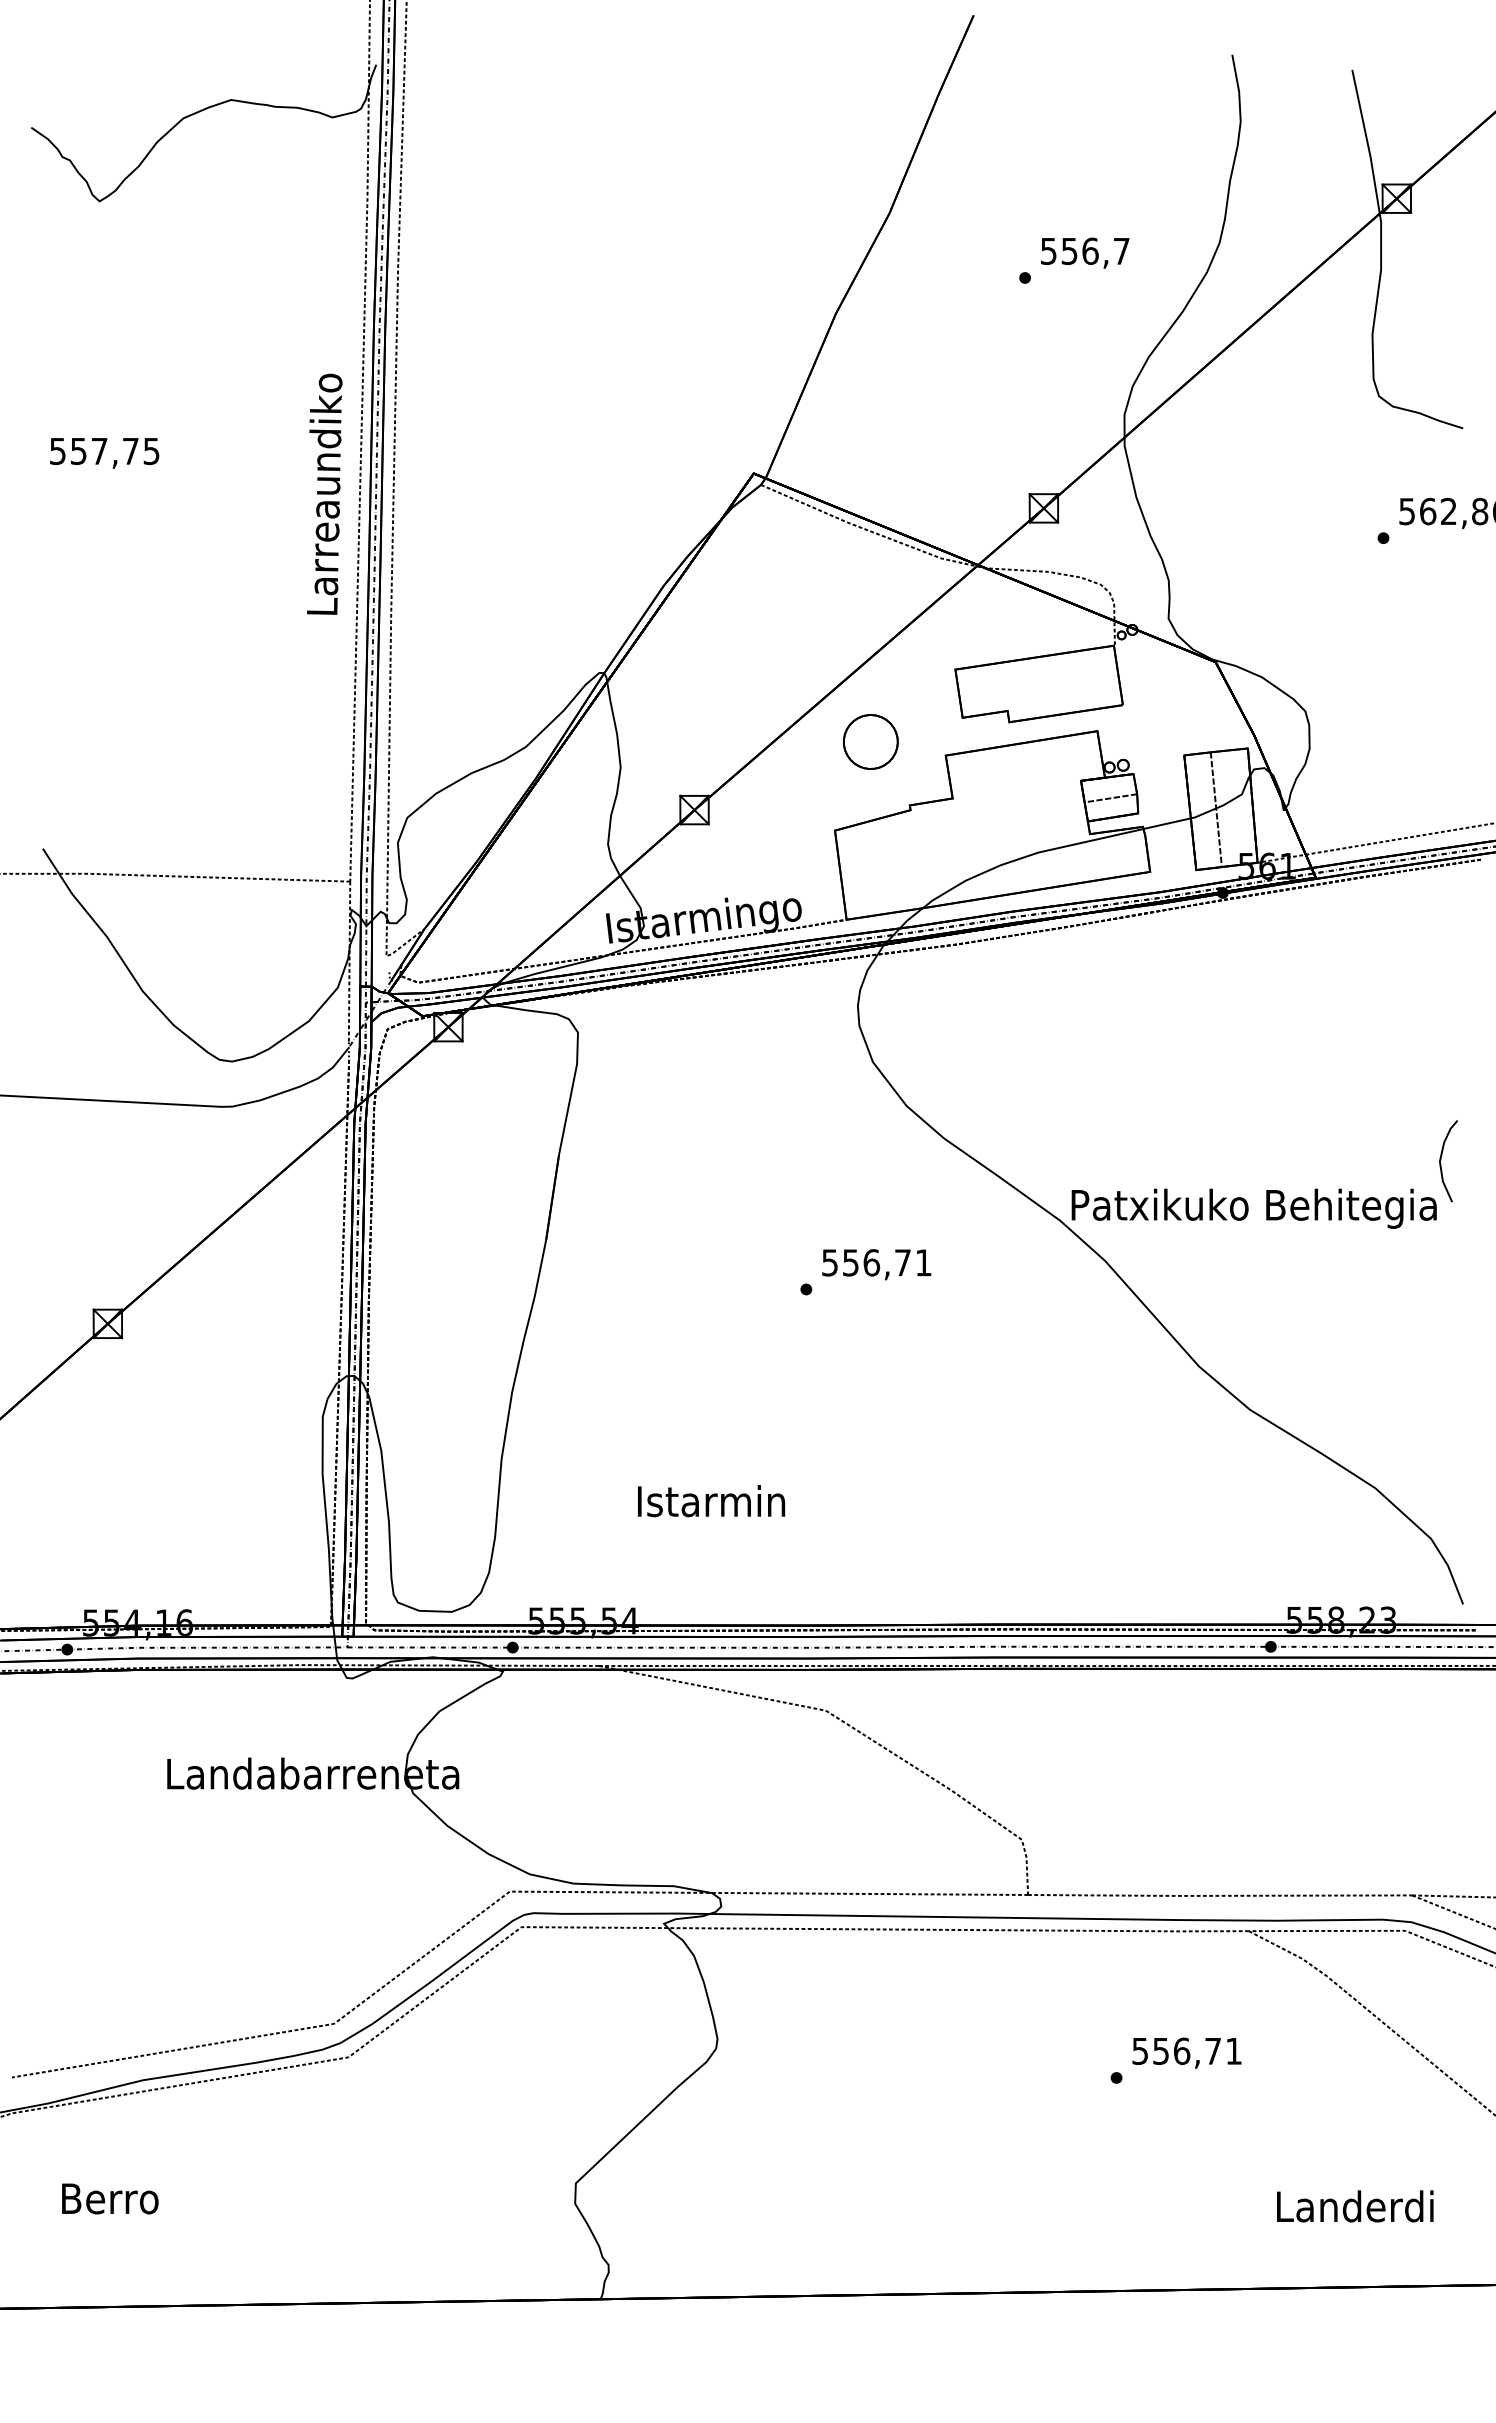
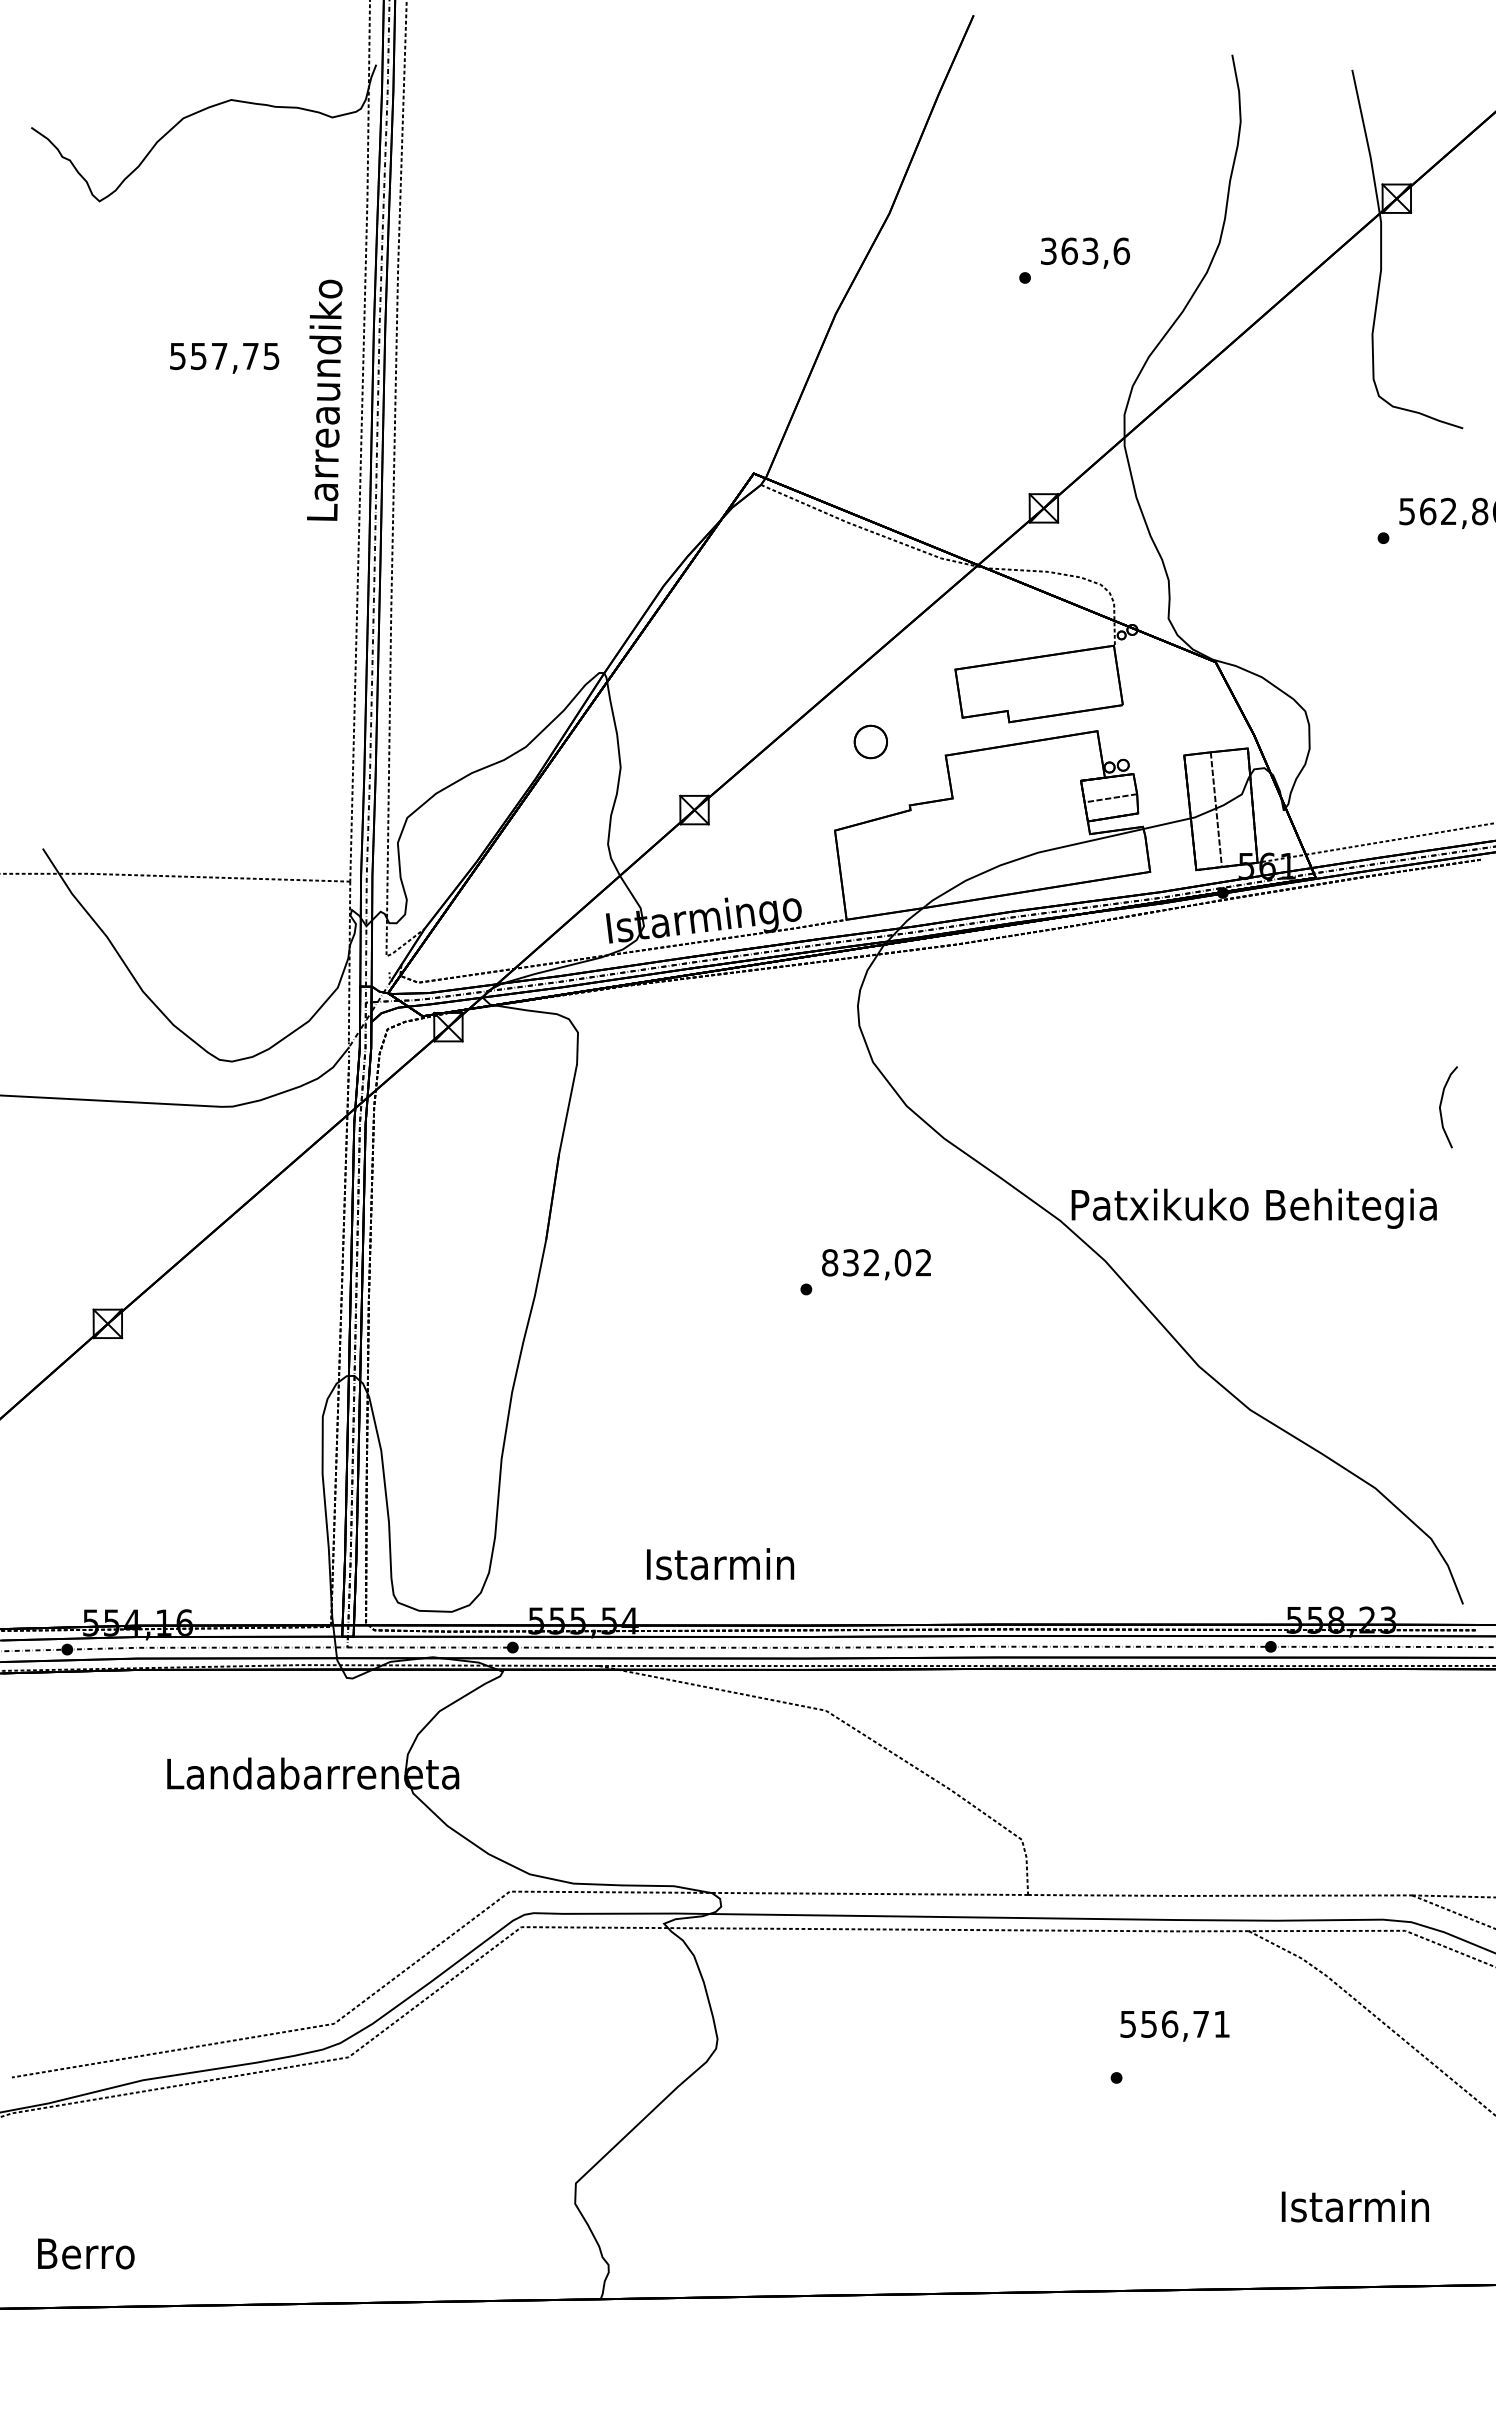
text at (1085, 251): 556,7 -> 363,6
text at (104, 453) position: (104, 453) -> (224, 358)
text at (324, 493) position: (324, 493) -> (324, 399)
part at (870, 741) size: 56x56 px -> 35x36 px
curve at (1441, 1159) position: (1441, 1159) -> (1441, 1105)
text at (876, 1262): 556,71 -> 832,02
text at (711, 1501) position: (711, 1501) -> (720, 1564)
text at (1186, 2052) position: (1186, 2052) -> (1174, 2025)
text at (110, 2198) position: (110, 2198) -> (86, 2253)
text at (1355, 2206): Landerdi -> Istarmin
